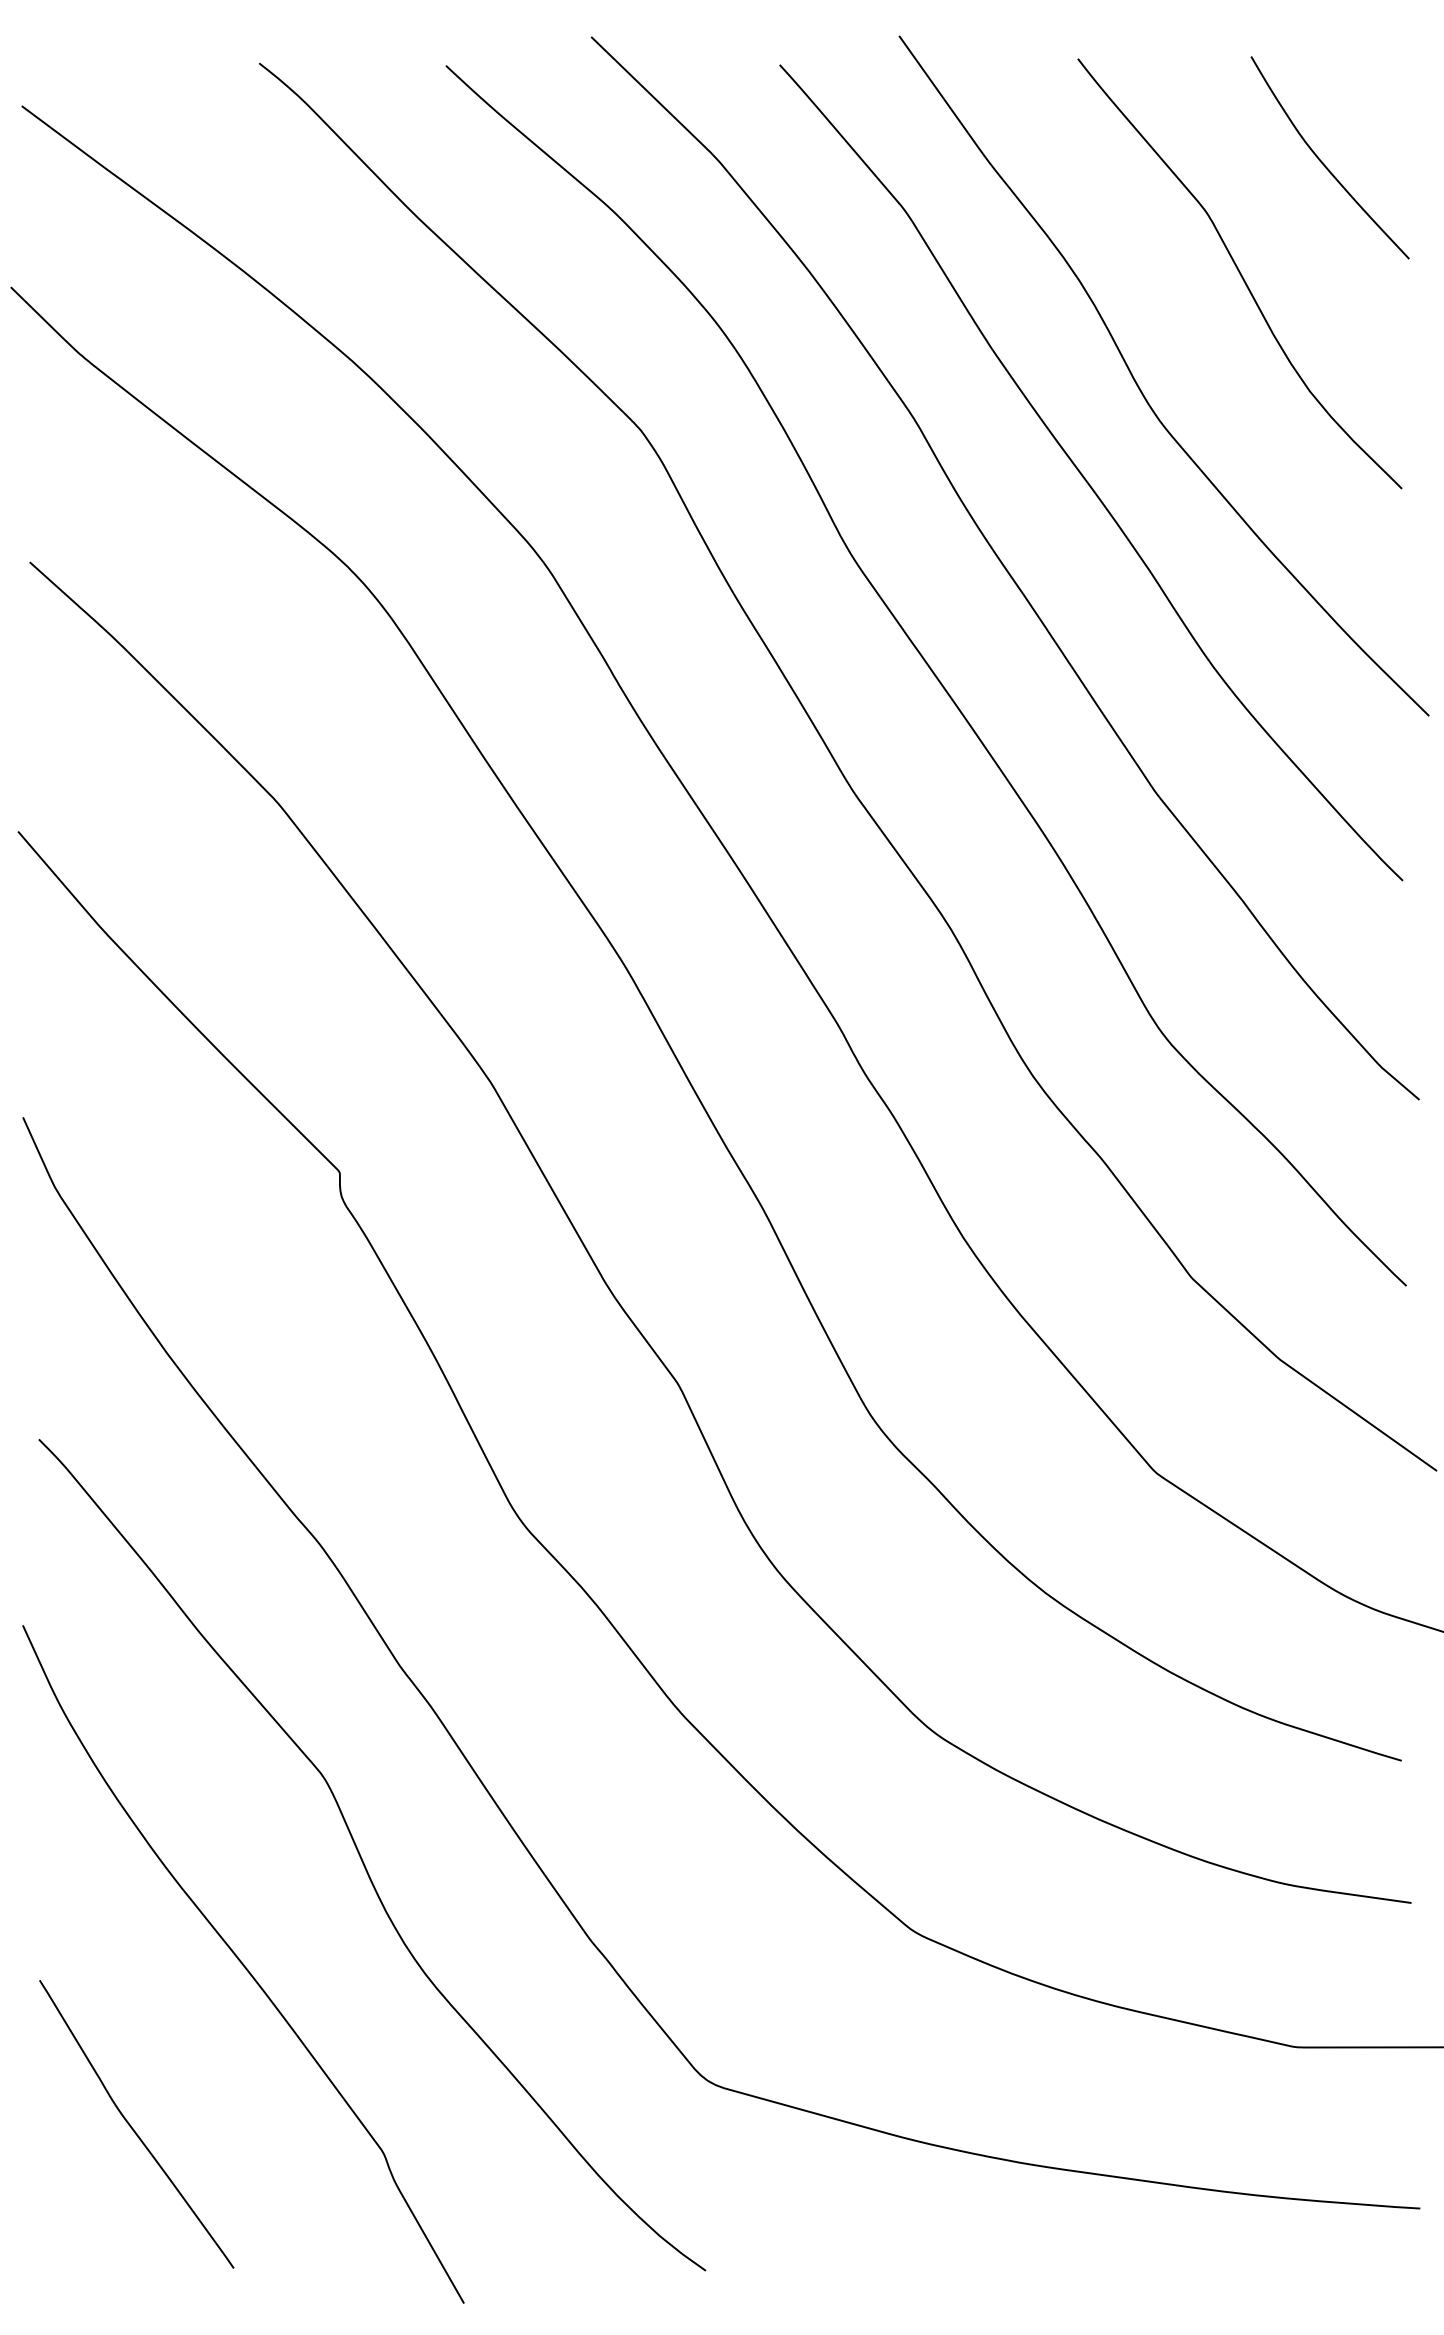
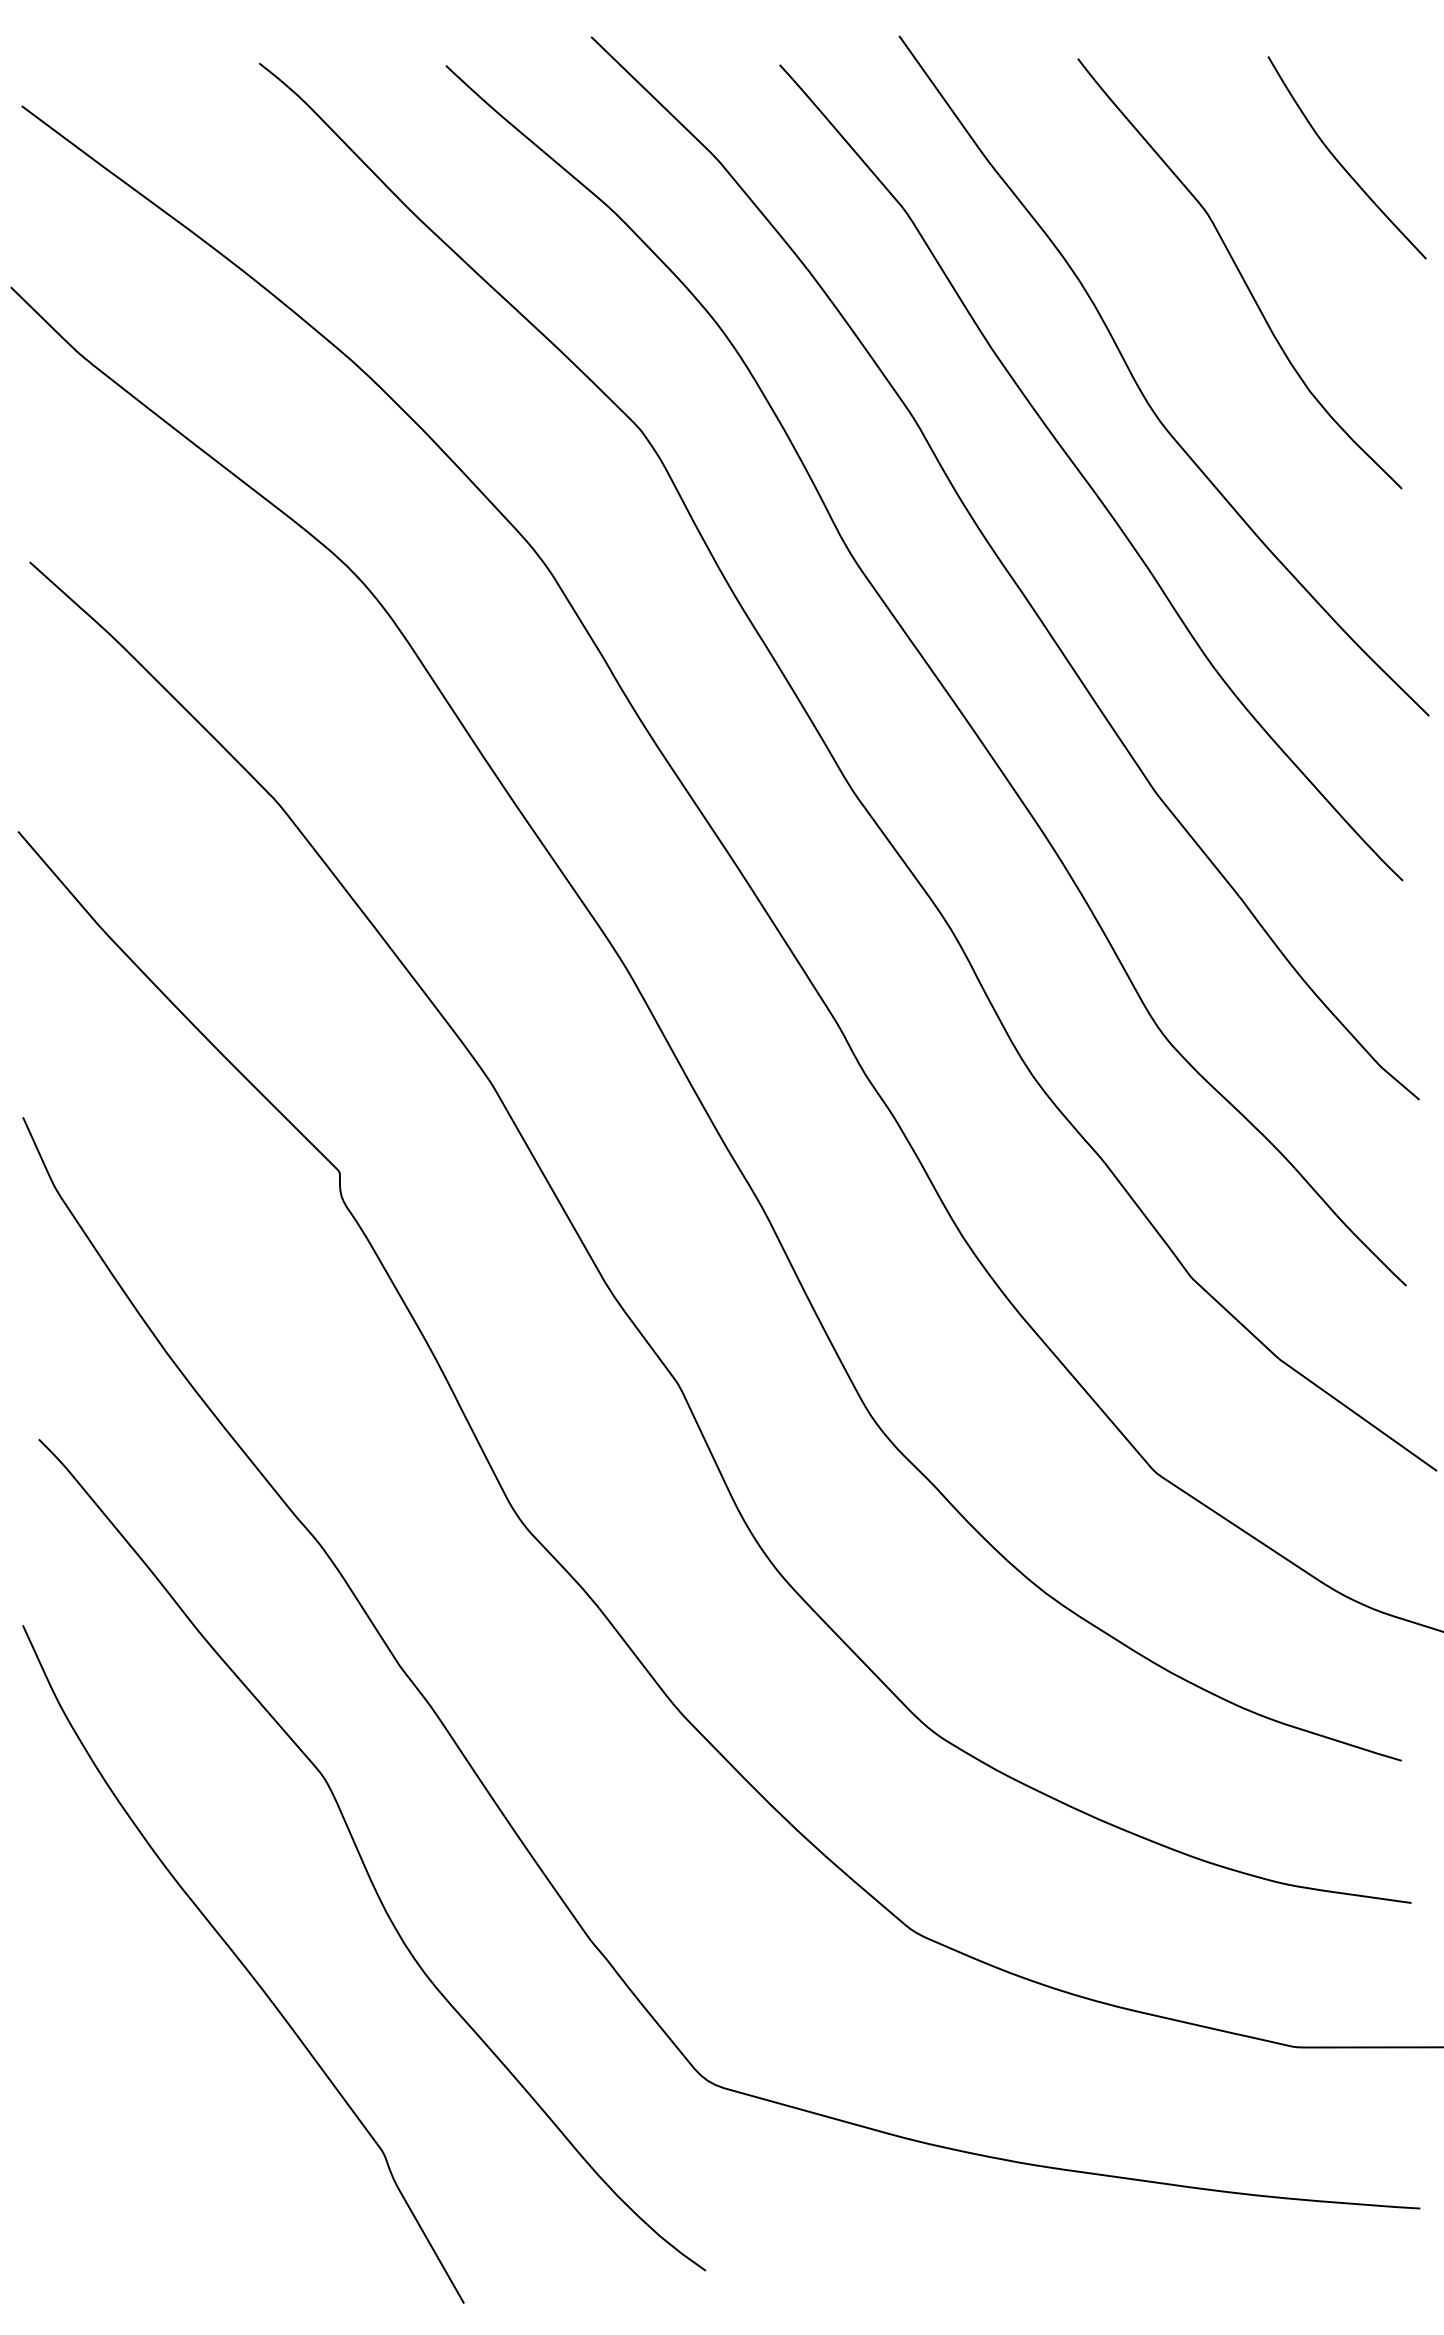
curve at (1323, 162) position: (1323, 162) -> (1340, 162)
curve at (132, 2127): present -> none
